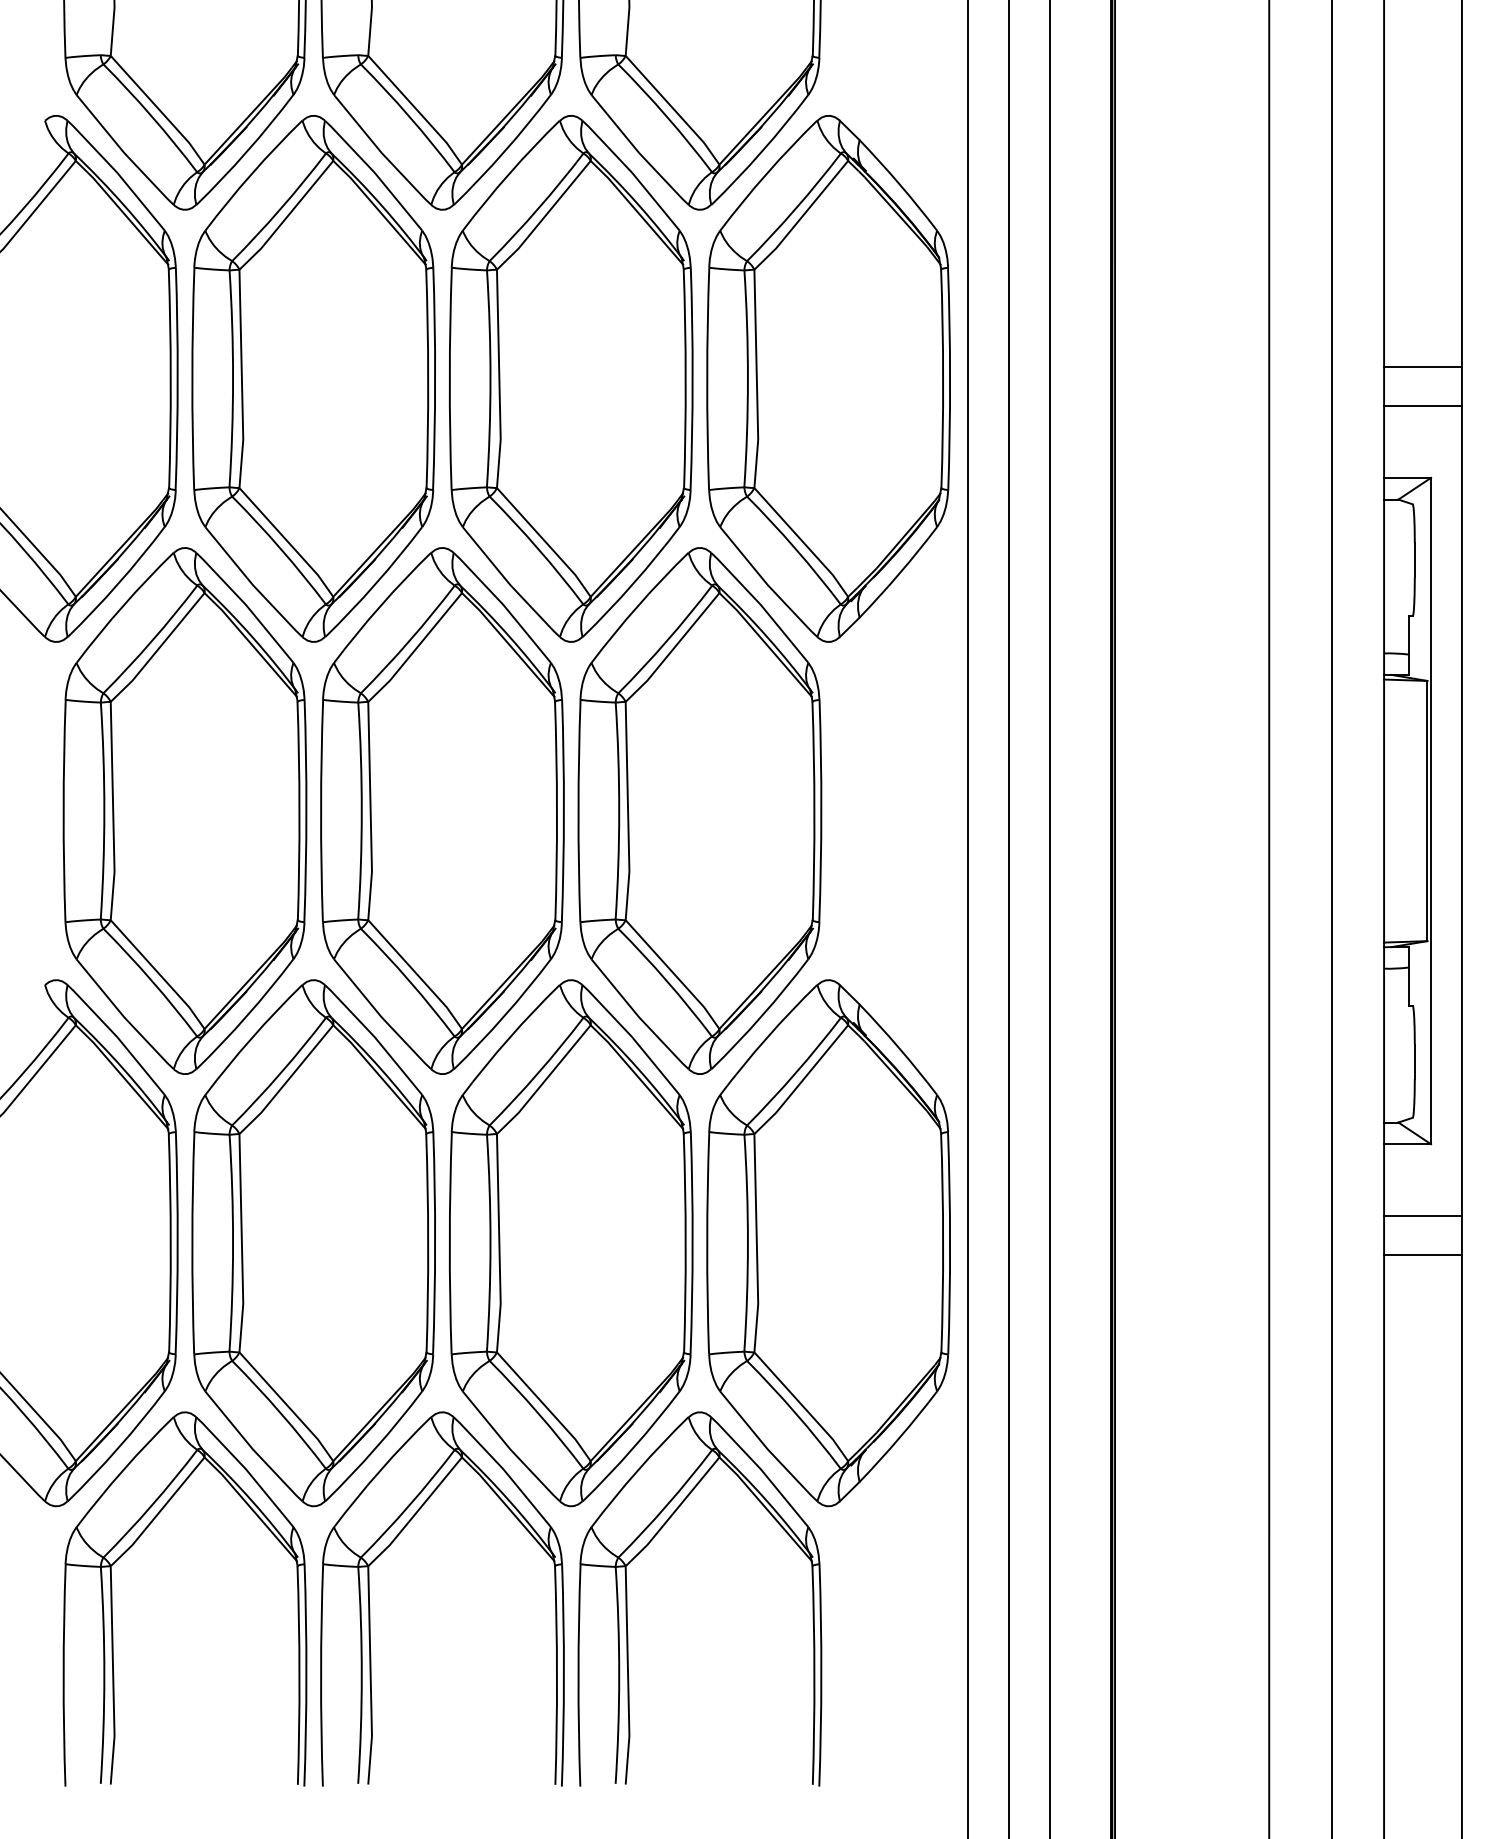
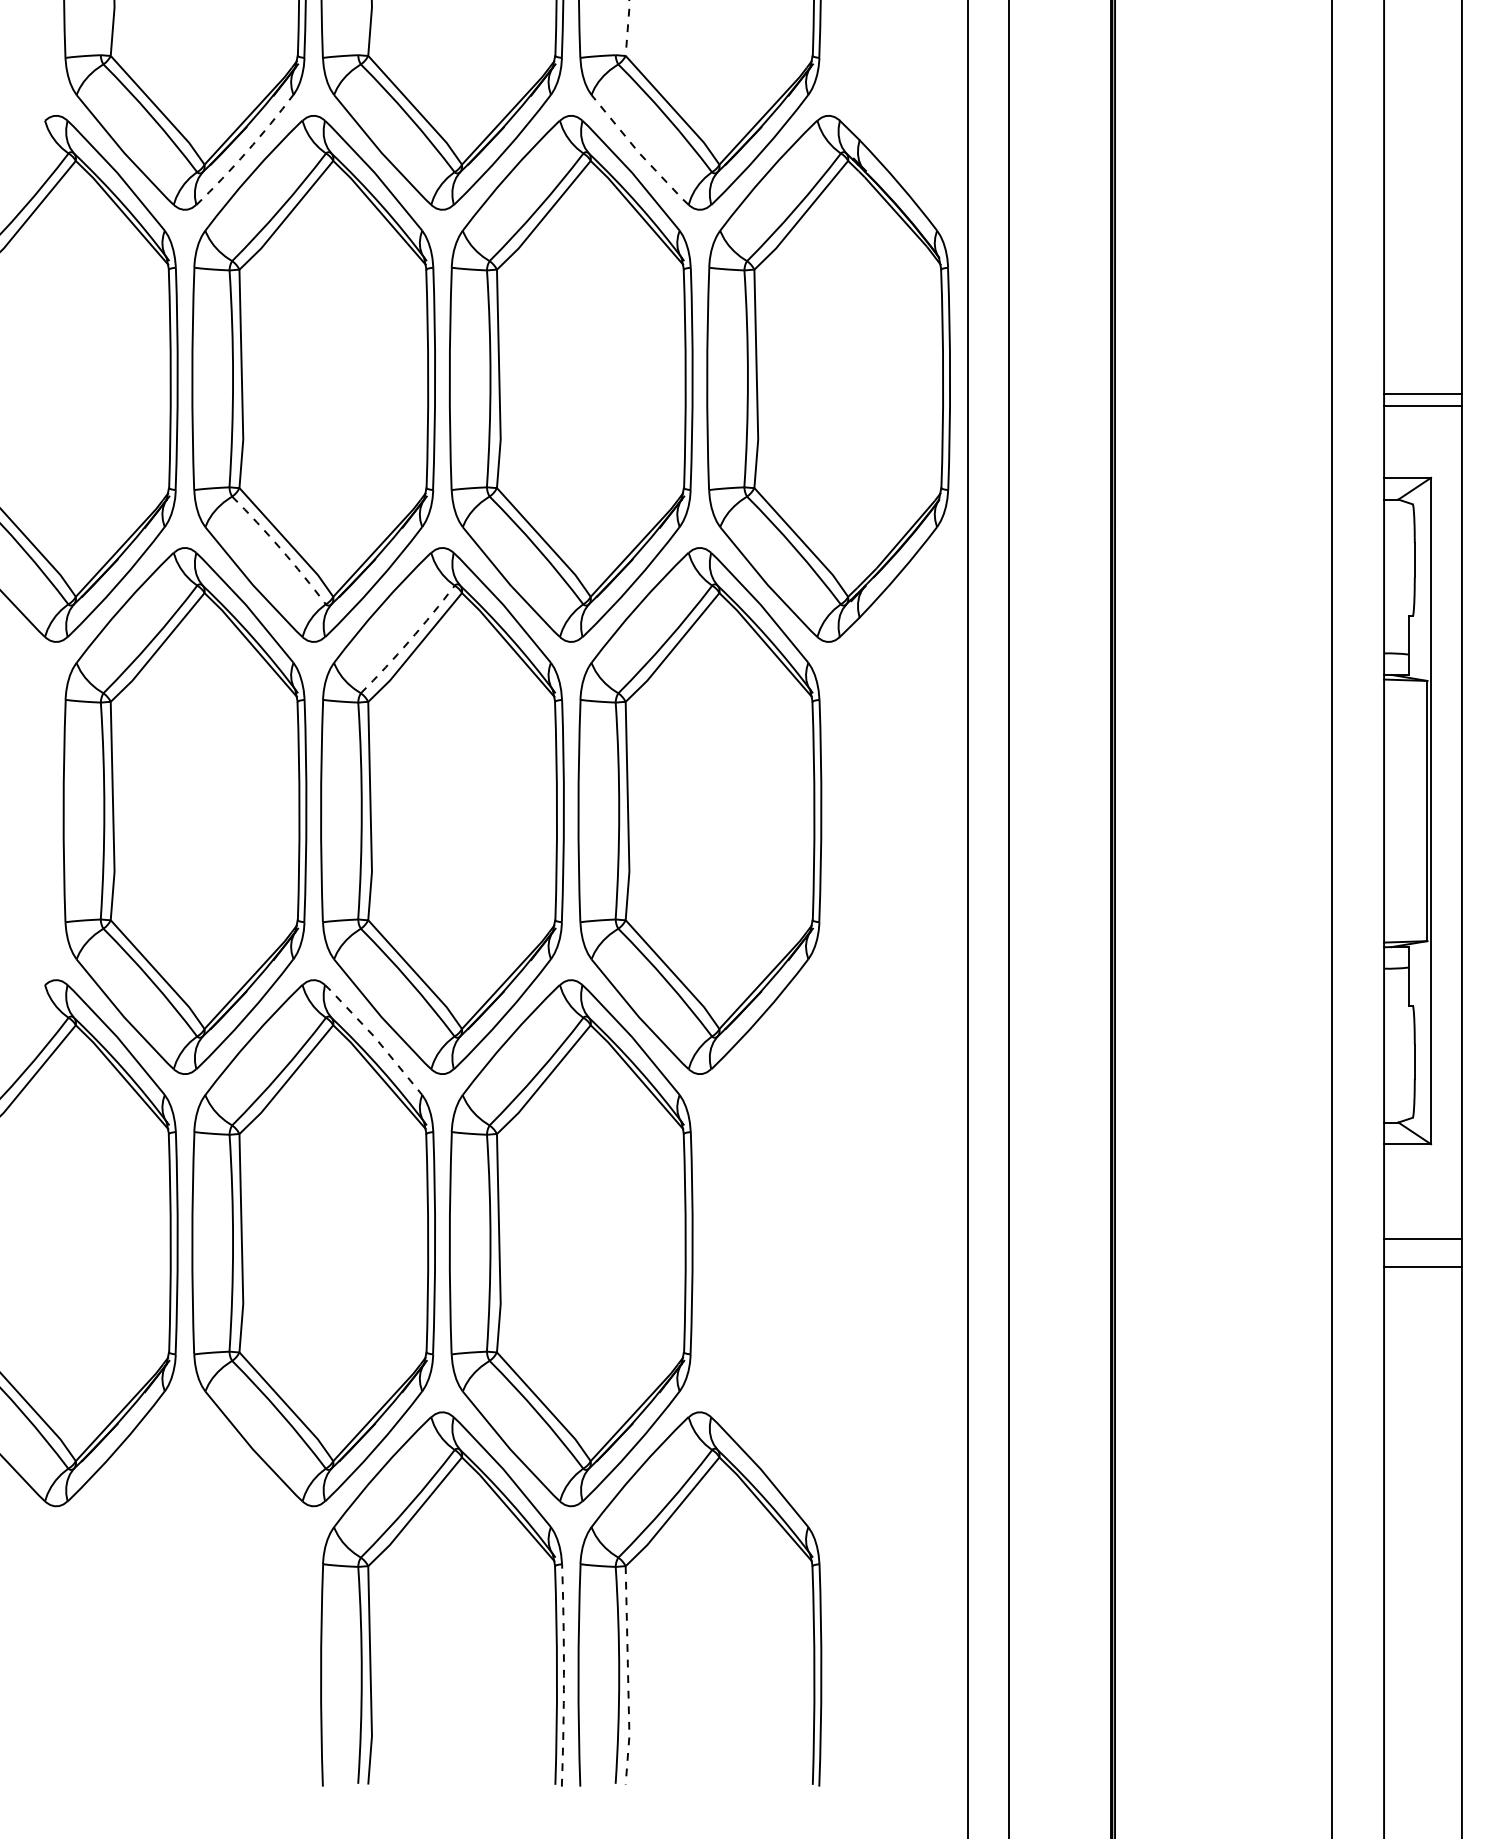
line at (627, 28): solid -> dashed
arc at (246, 151): solid -> dashed
line at (639, 152): solid -> dashed
line at (1422, 367) position: (1422, 367) -> (1422, 394)
arc at (280, 548): solid -> dashed
arc at (409, 640): solid -> dashed
line at (1050, 918): present -> none
line at (1269, 918): present -> none
line at (374, 1037): solid -> dashed
line at (1422, 1215) position: (1422, 1215) -> (1422, 1238)
part at (828, 1243): present -> none
line at (1422, 1254) position: (1422, 1254) -> (1422, 1266)
part at (112, 1598): present -> none
arc at (563, 1675): solid -> dashed
line at (628, 1676): solid -> dashed
